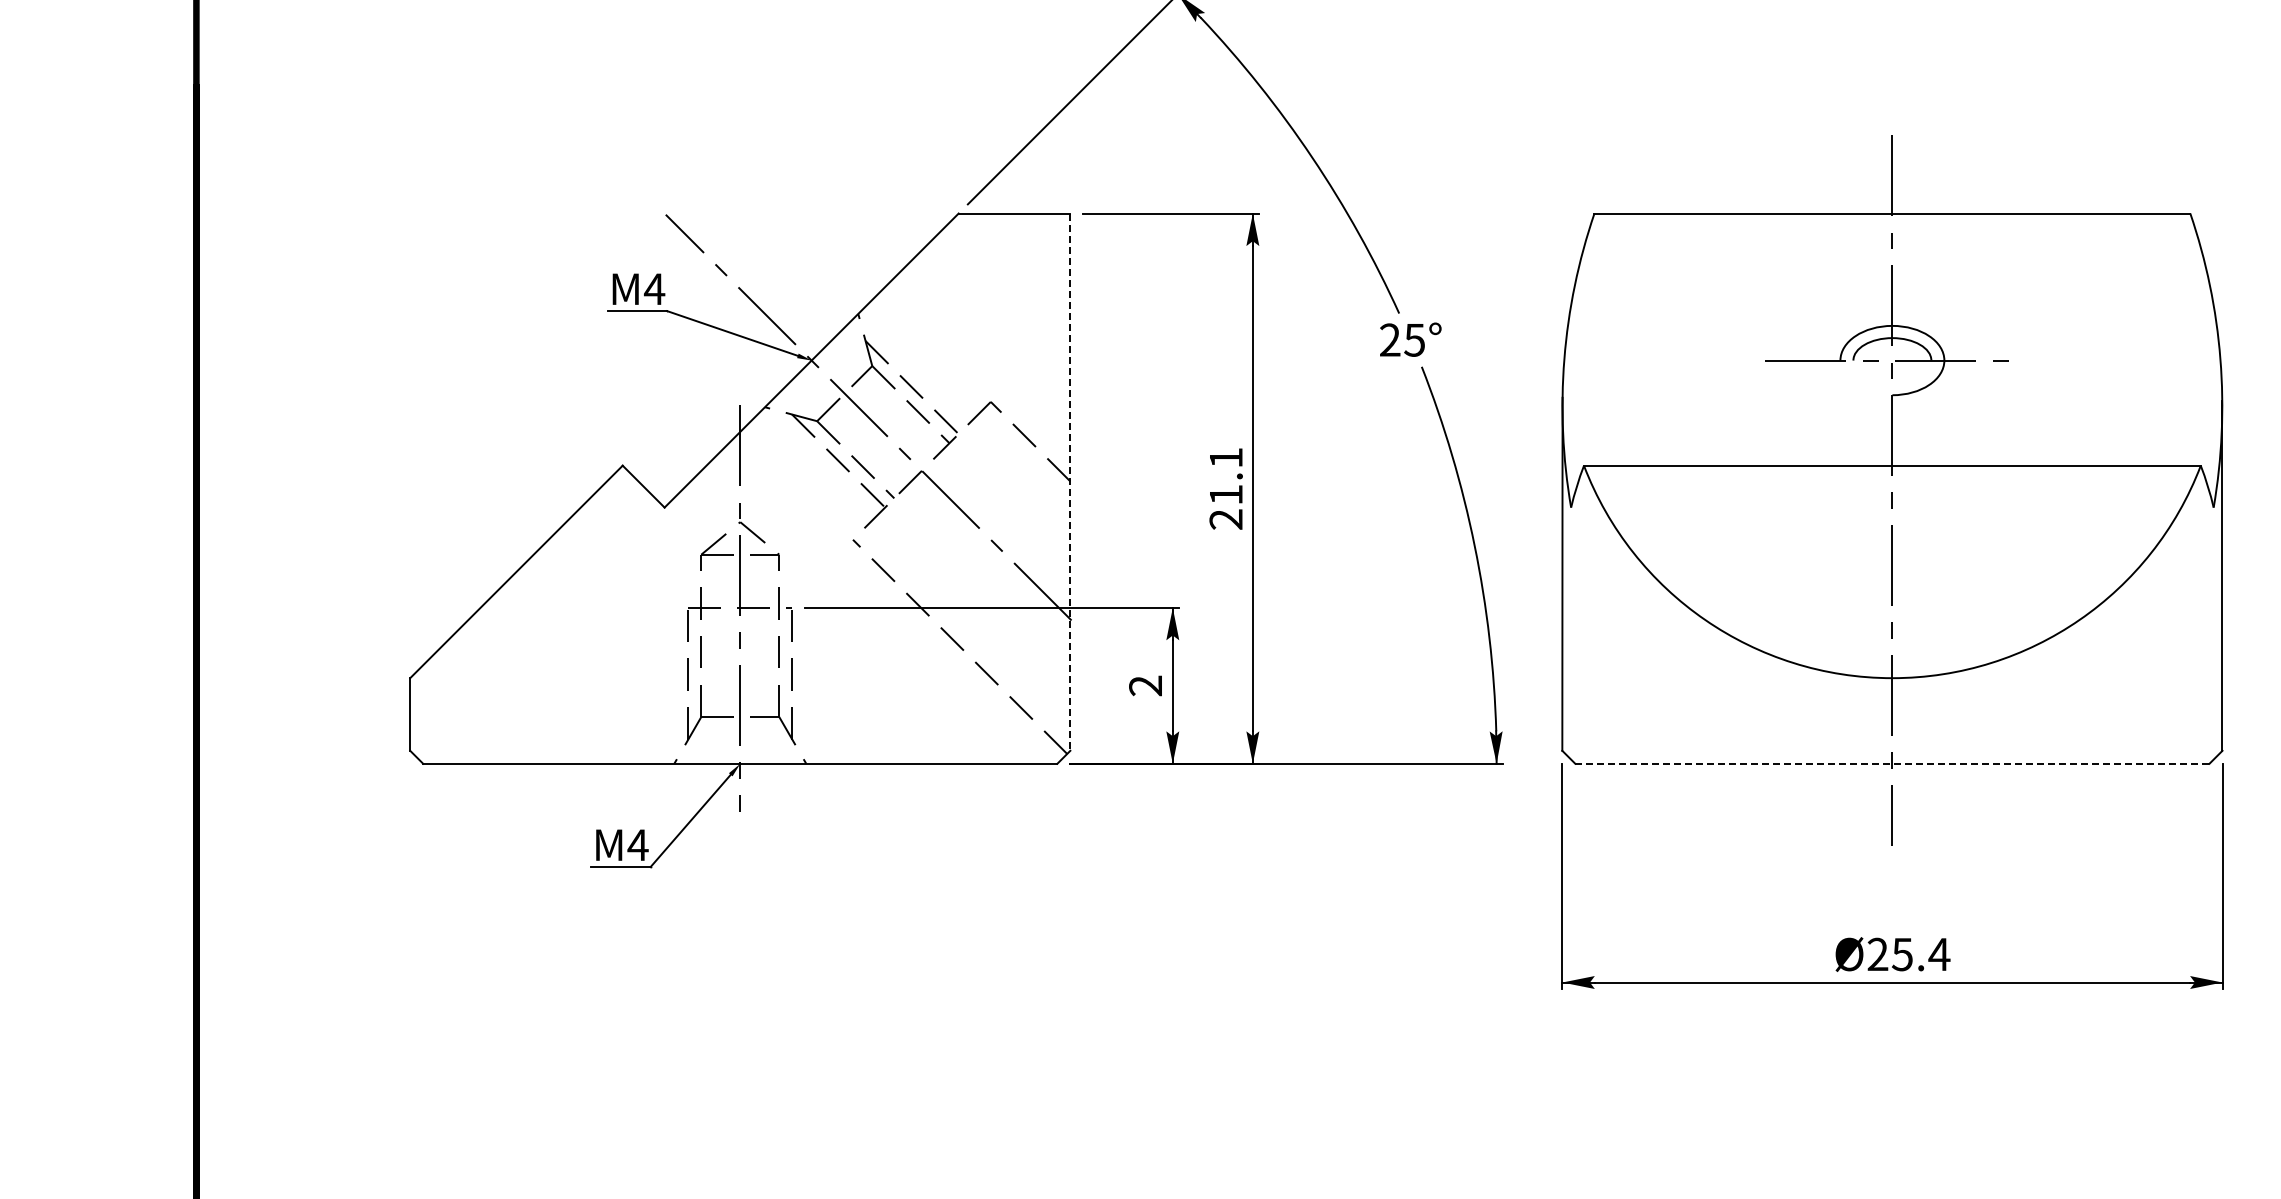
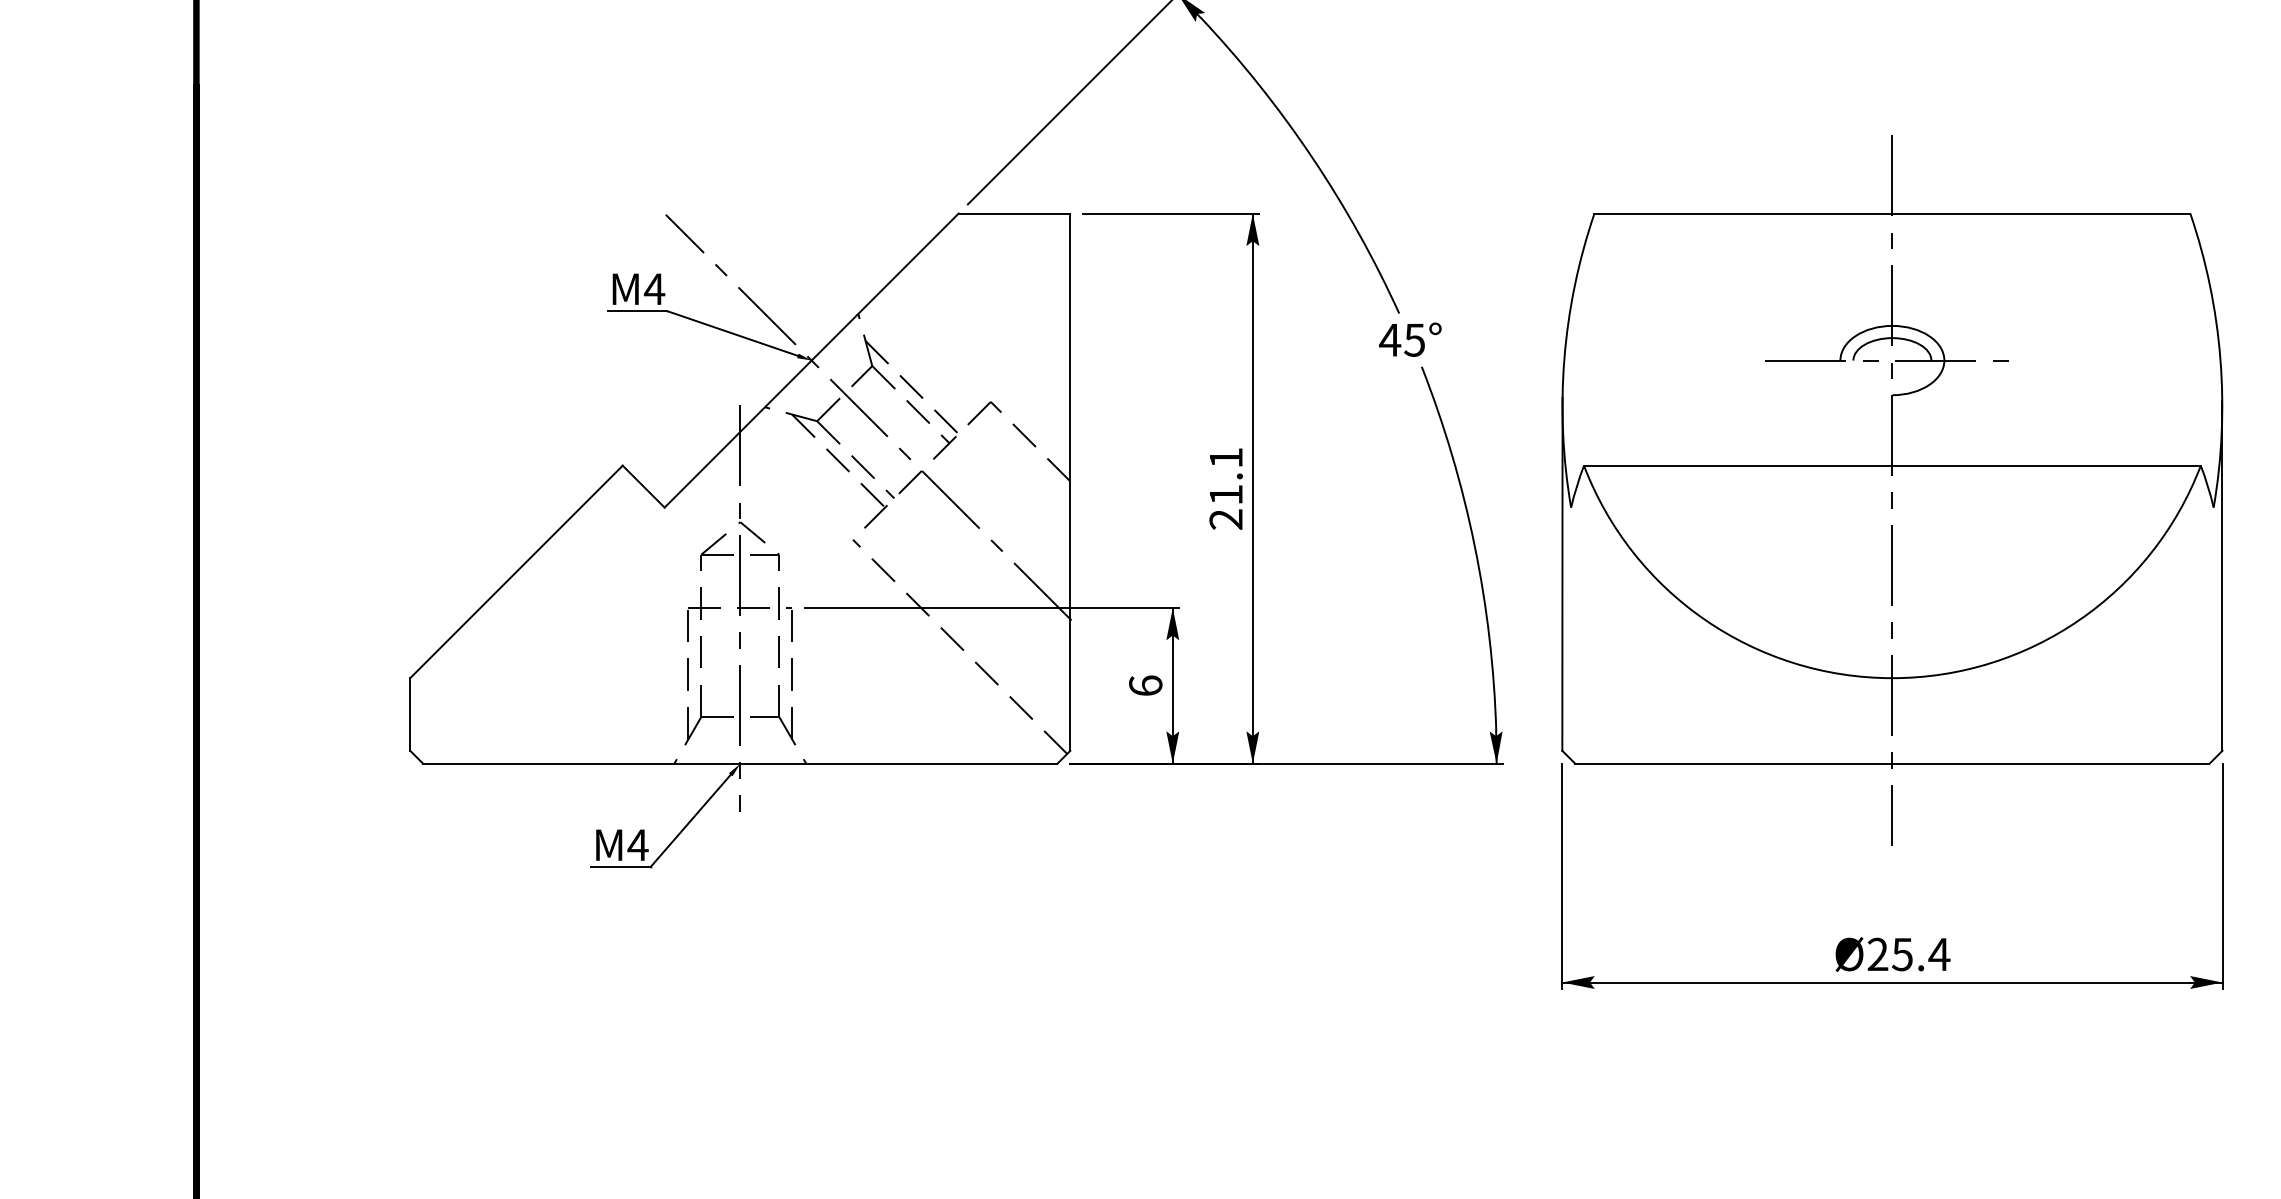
text at (1390, 339): 25° -> 45°
line at (1070, 482): dashed -> solid
text at (1145, 685): 2 -> 6
line at (1892, 763): dashed -> solid
